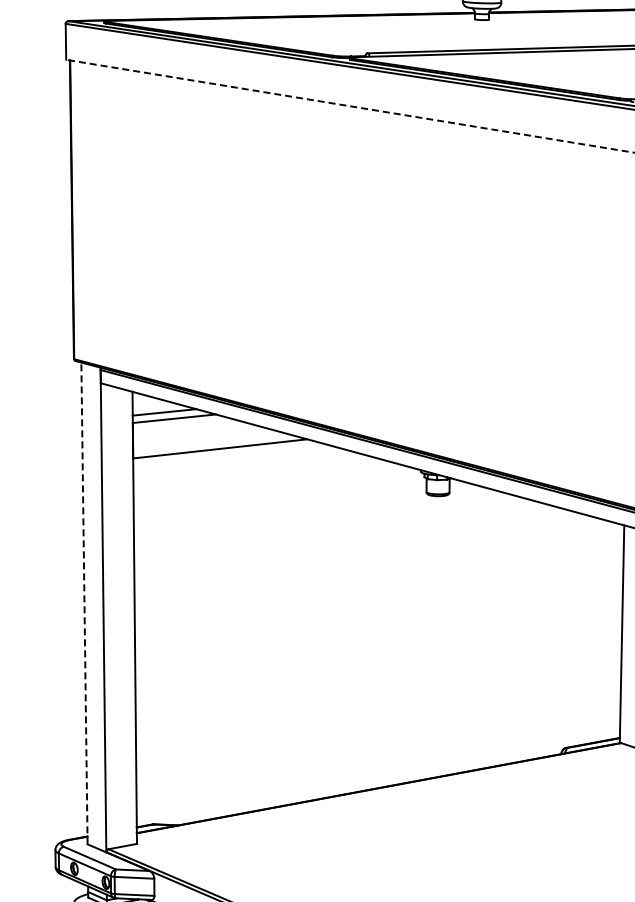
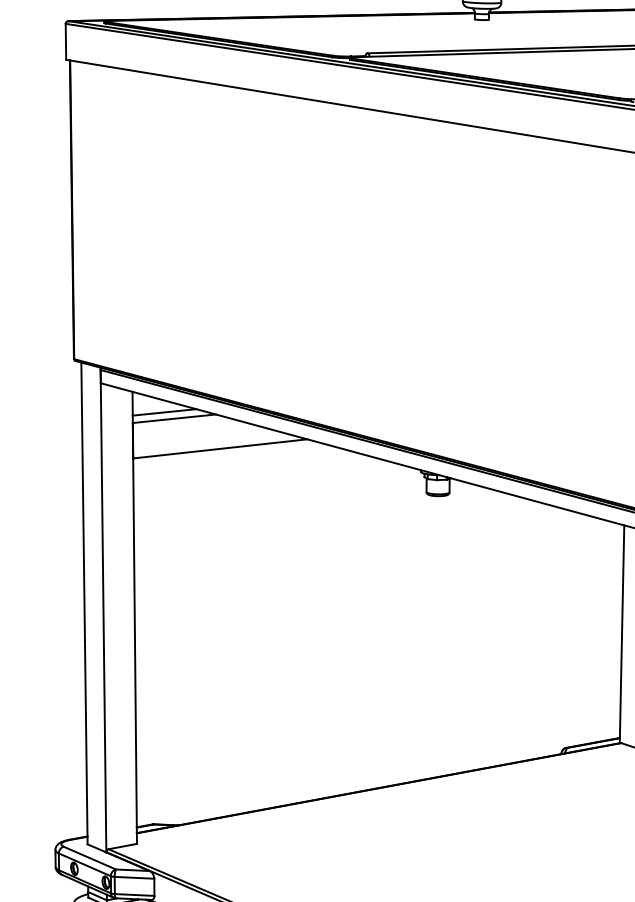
line at (350, 106): dashed -> solid
line at (84, 603): dashed -> solid
